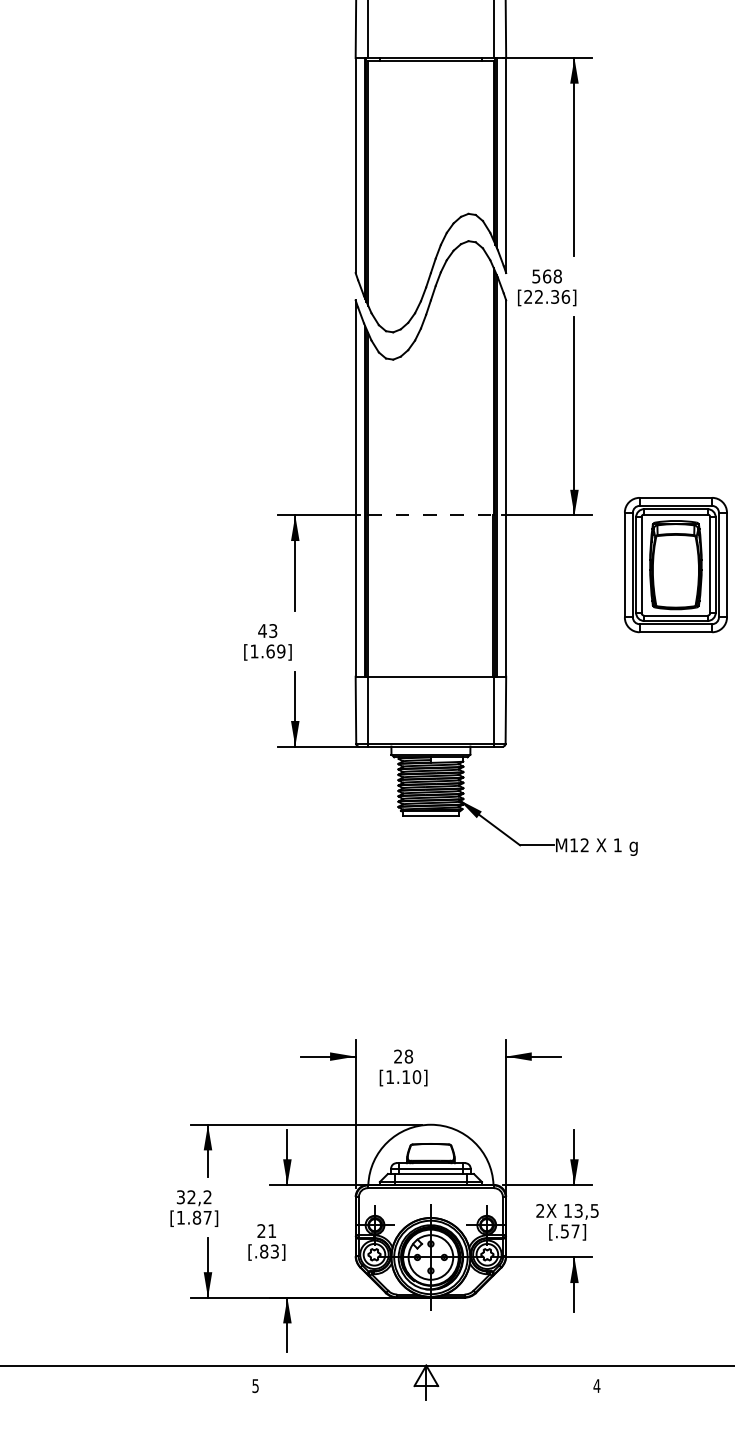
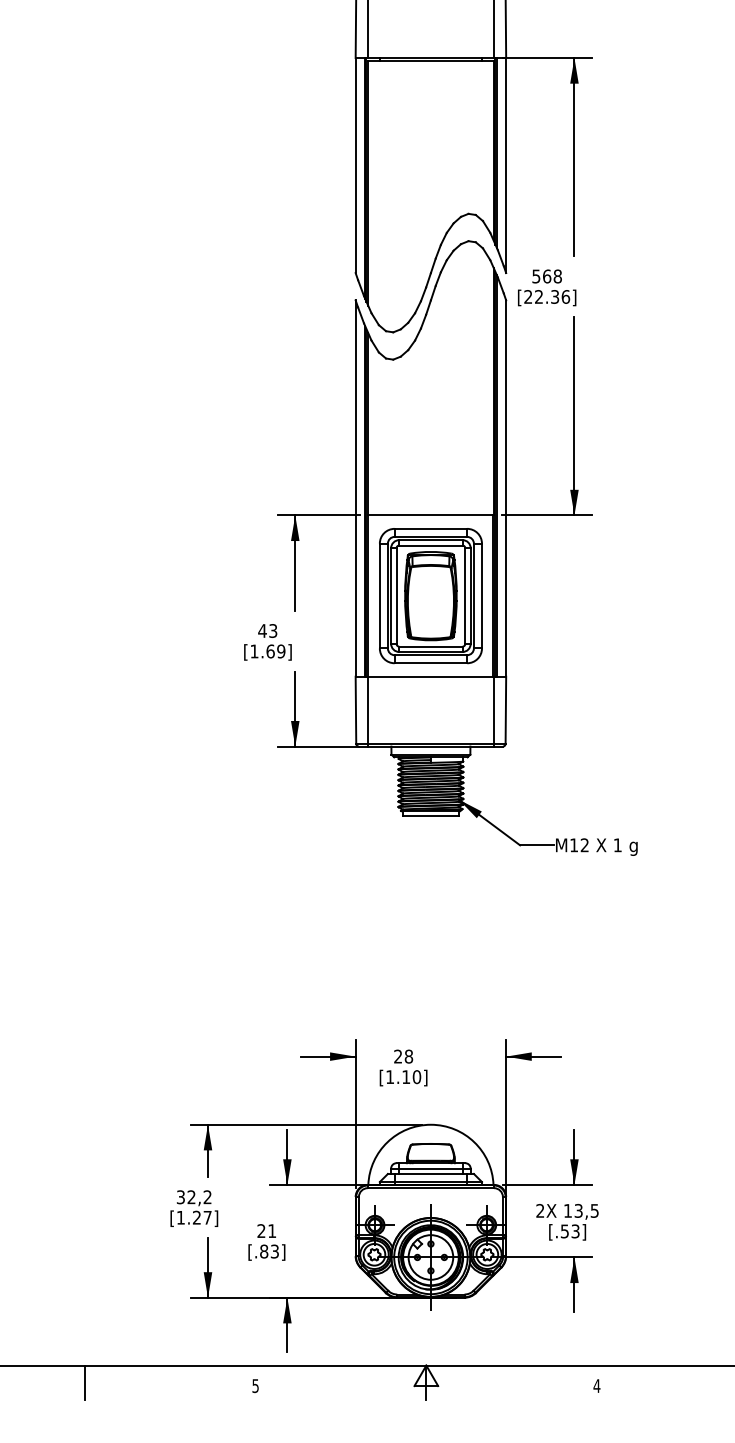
line at (430, 515): dashed -> solid
part at (675, 565) position: (675, 565) -> (430, 596)
text at (196, 1217): [1.87] -> [1.27]
text at (575, 1231): [.57] -> [.53]
line at (84, 1382): none -> present
